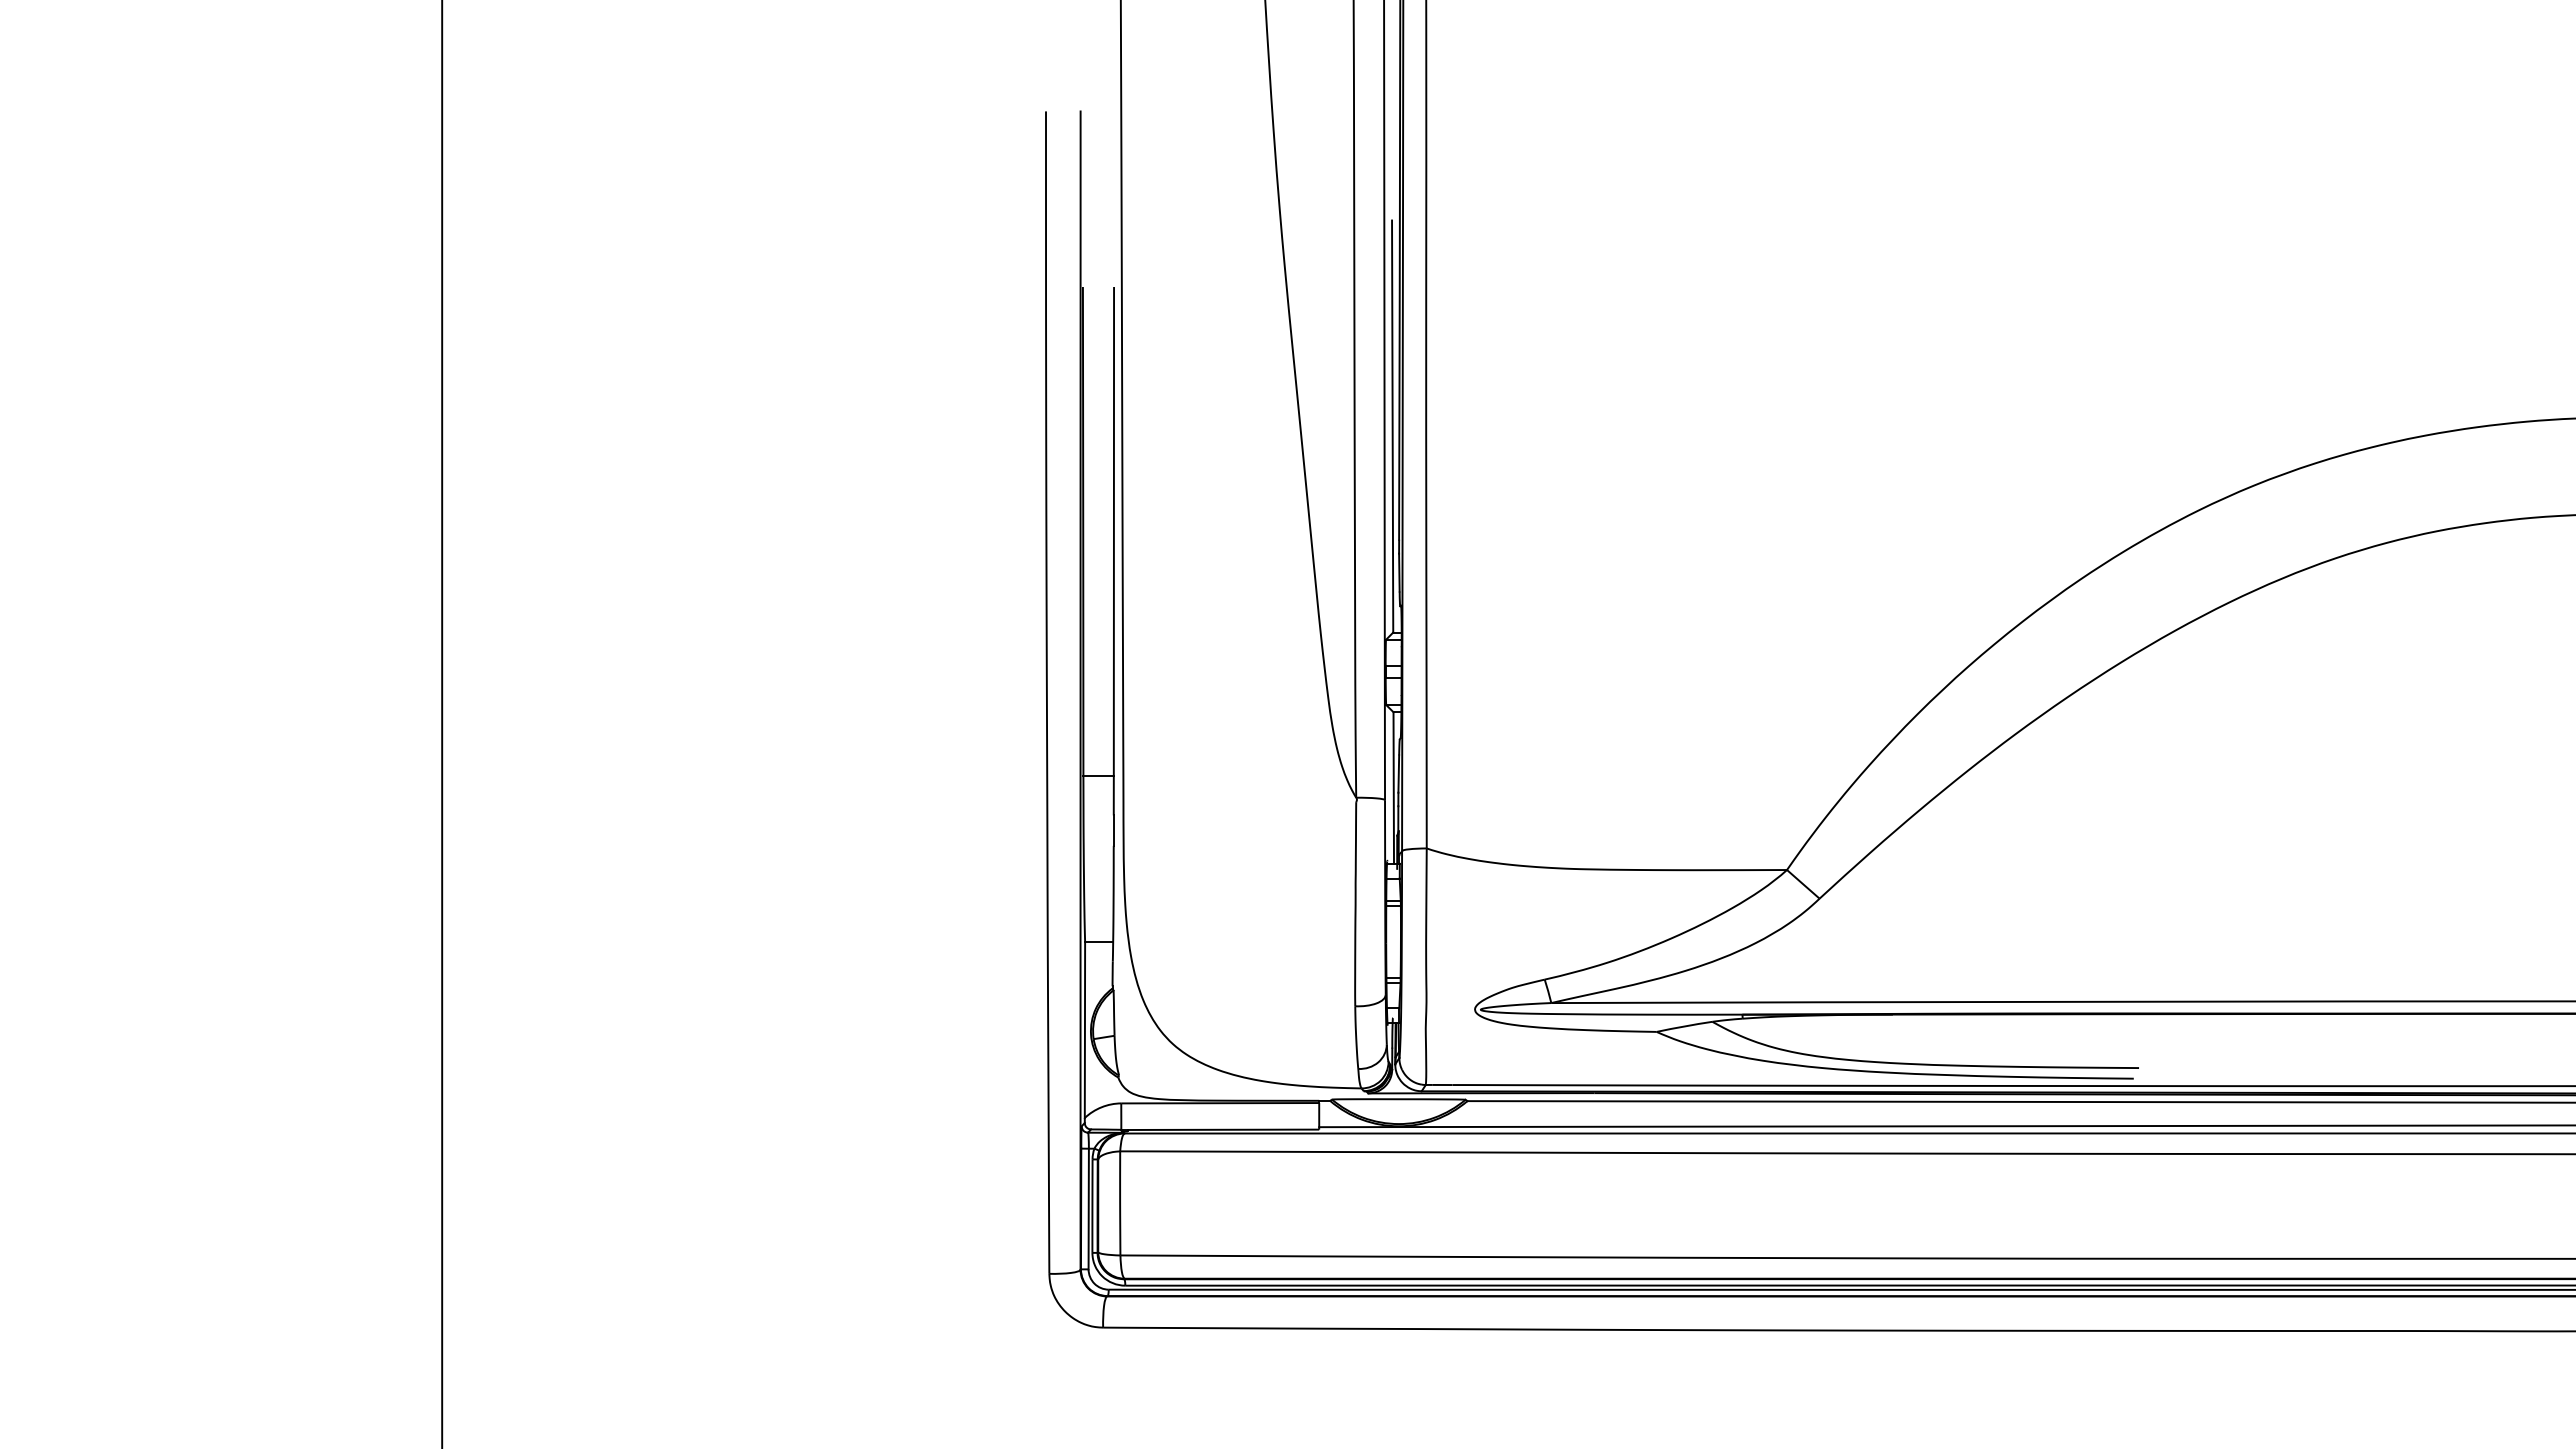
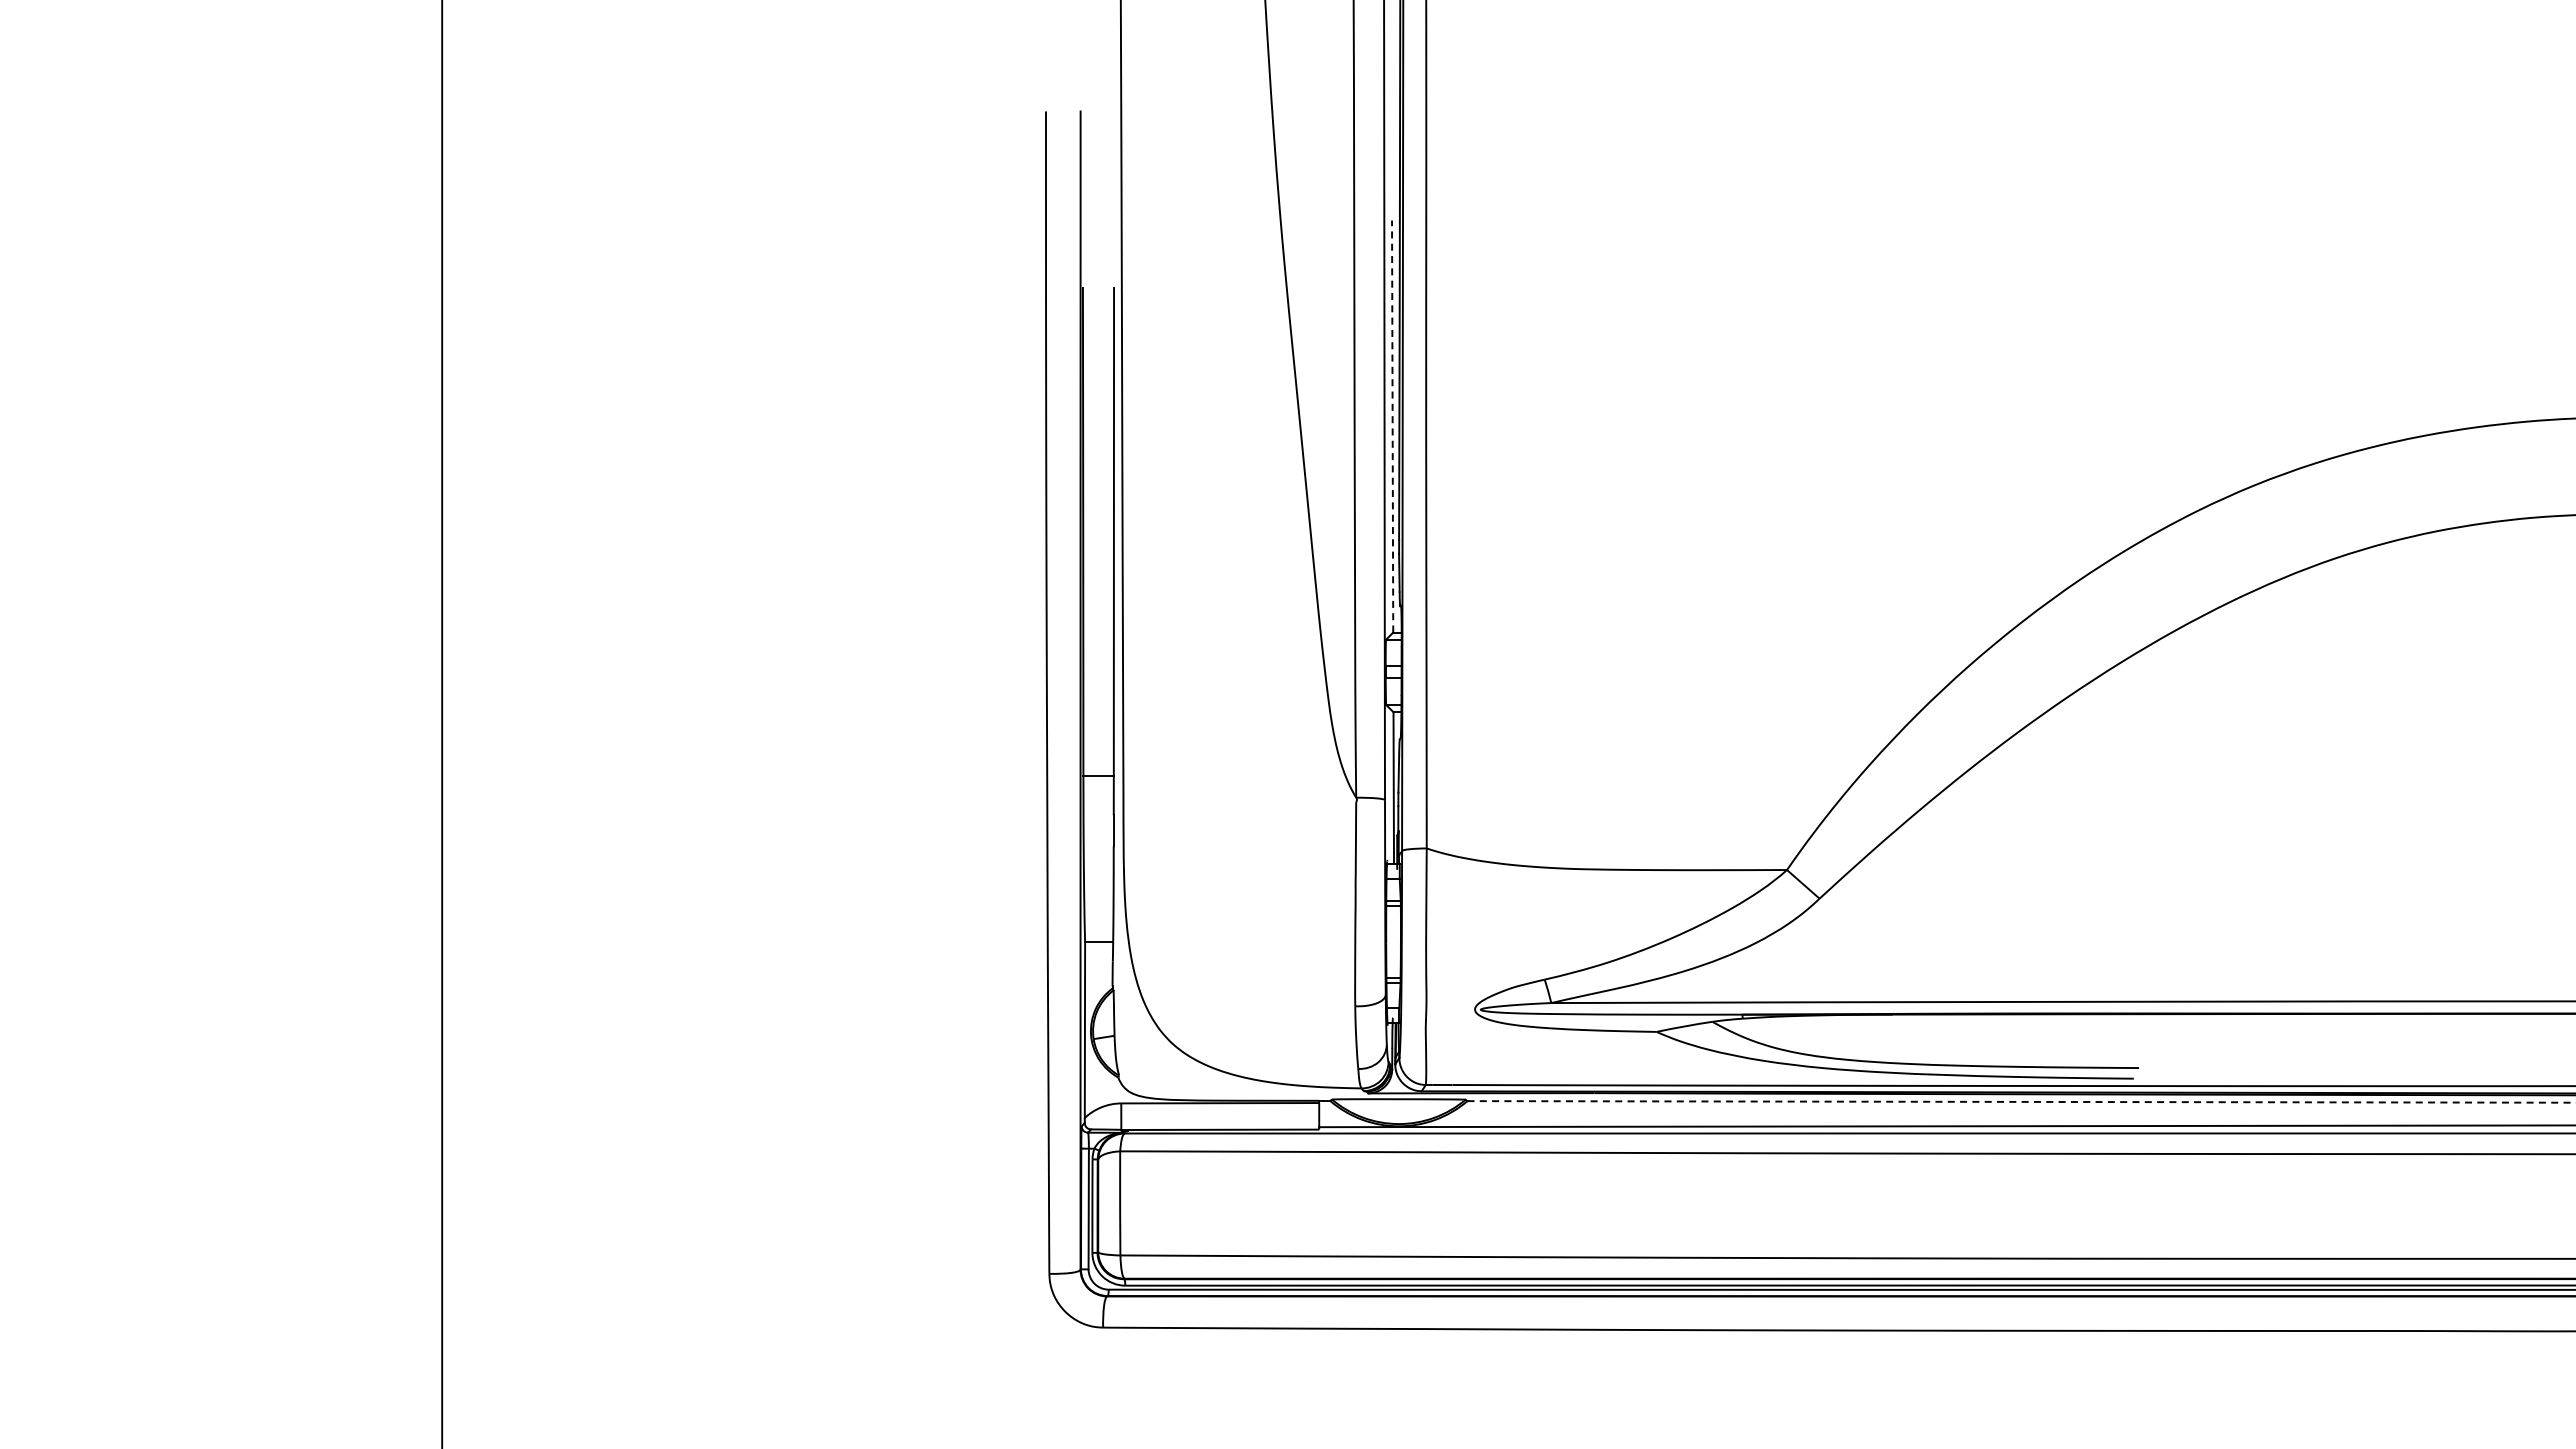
line at (1392, 426): solid -> dashed
line at (2021, 1101): solid -> dashed
